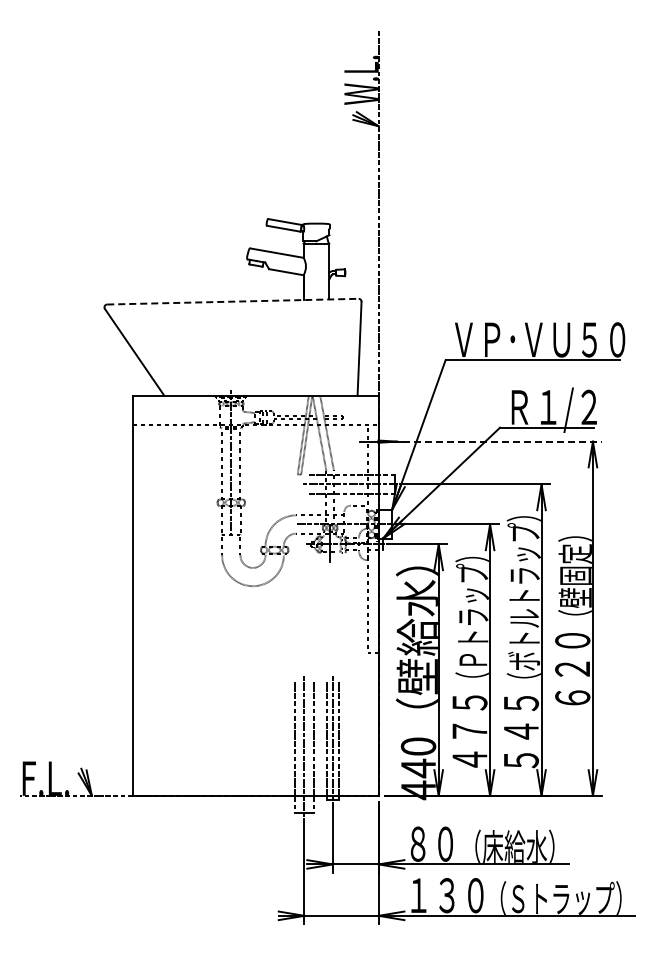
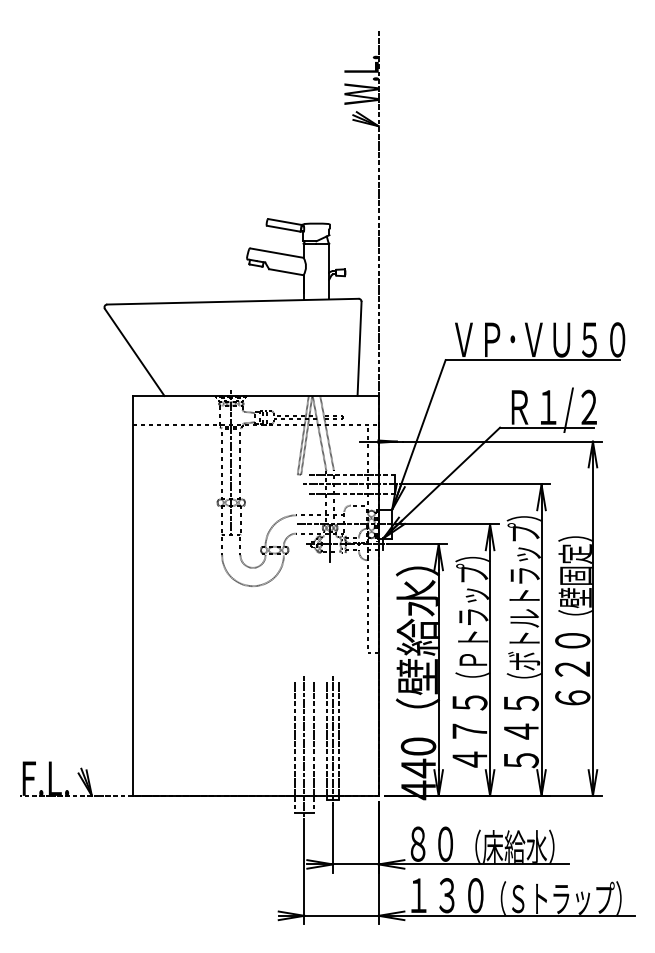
line at (232, 301): dashed -> solid
line at (502, 441): dashed -> solid
